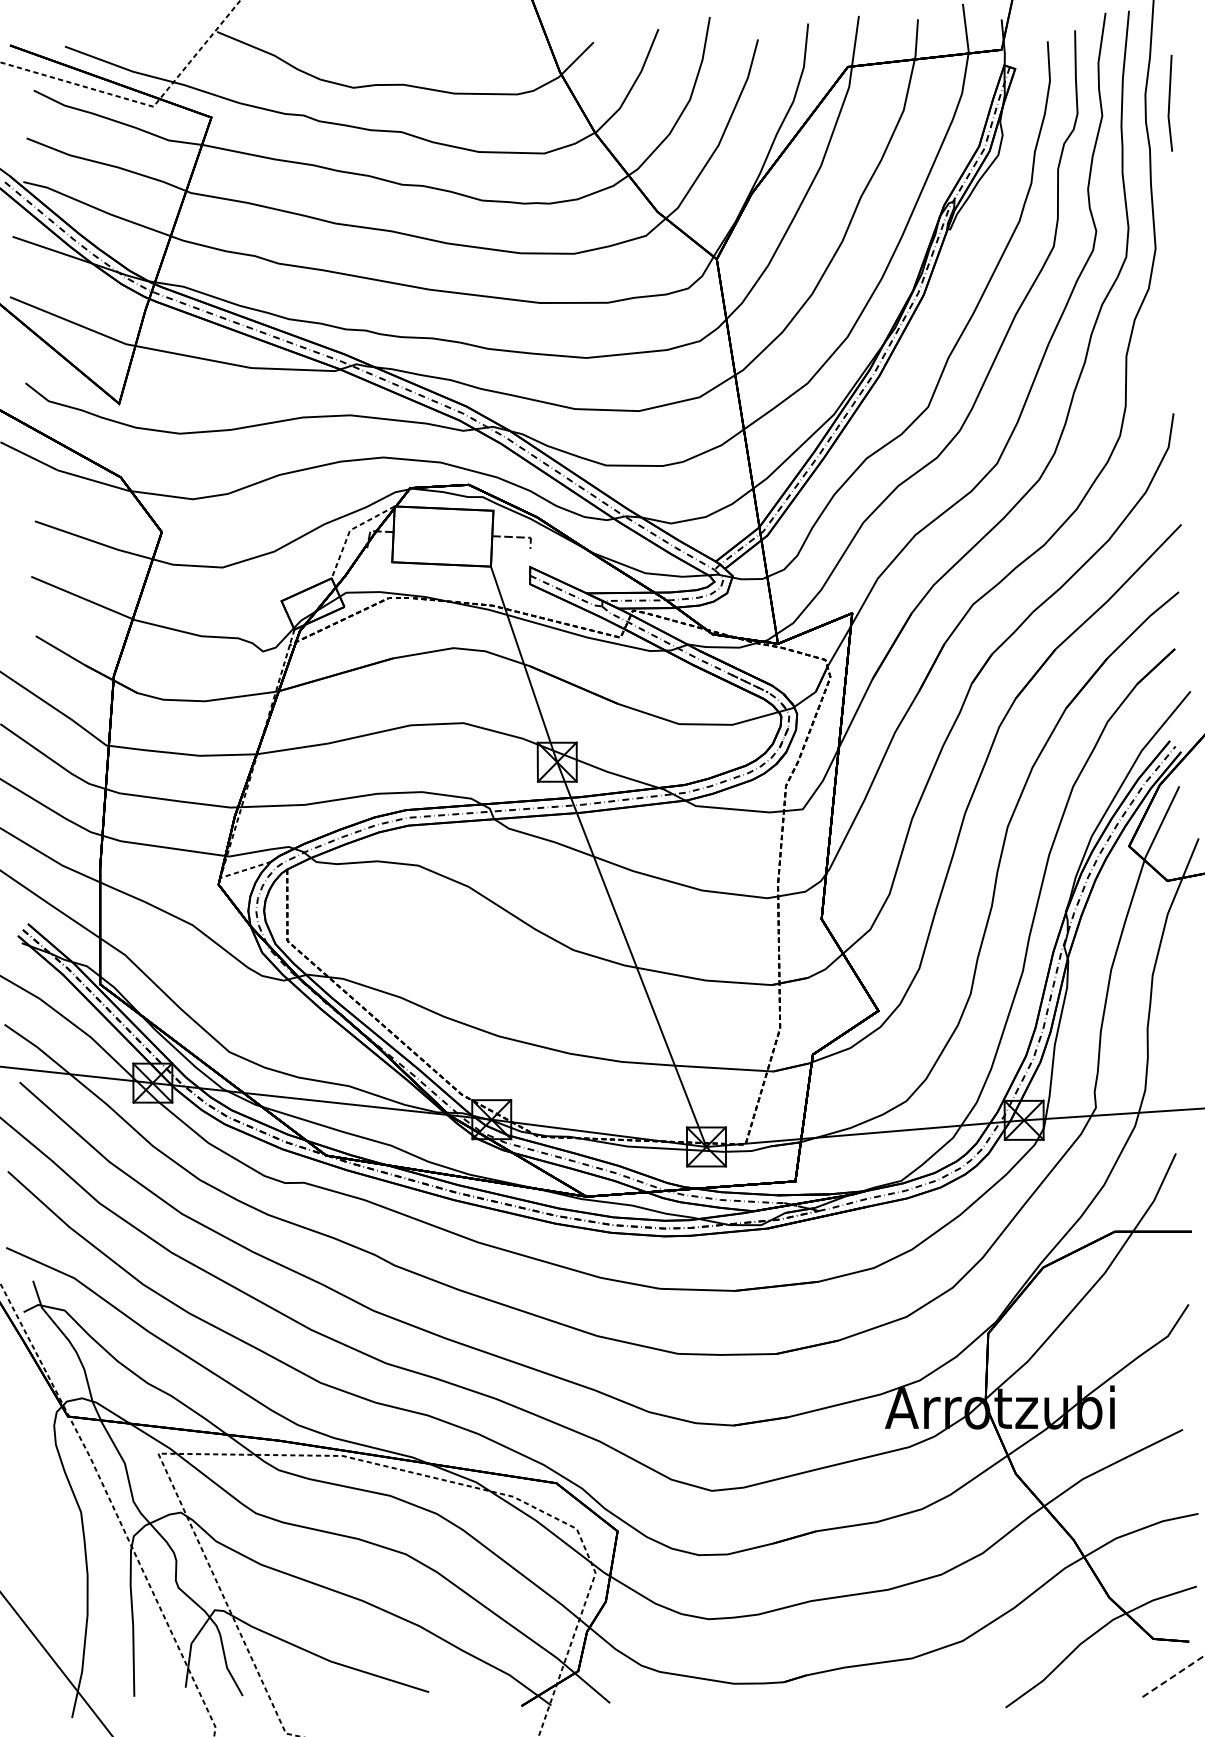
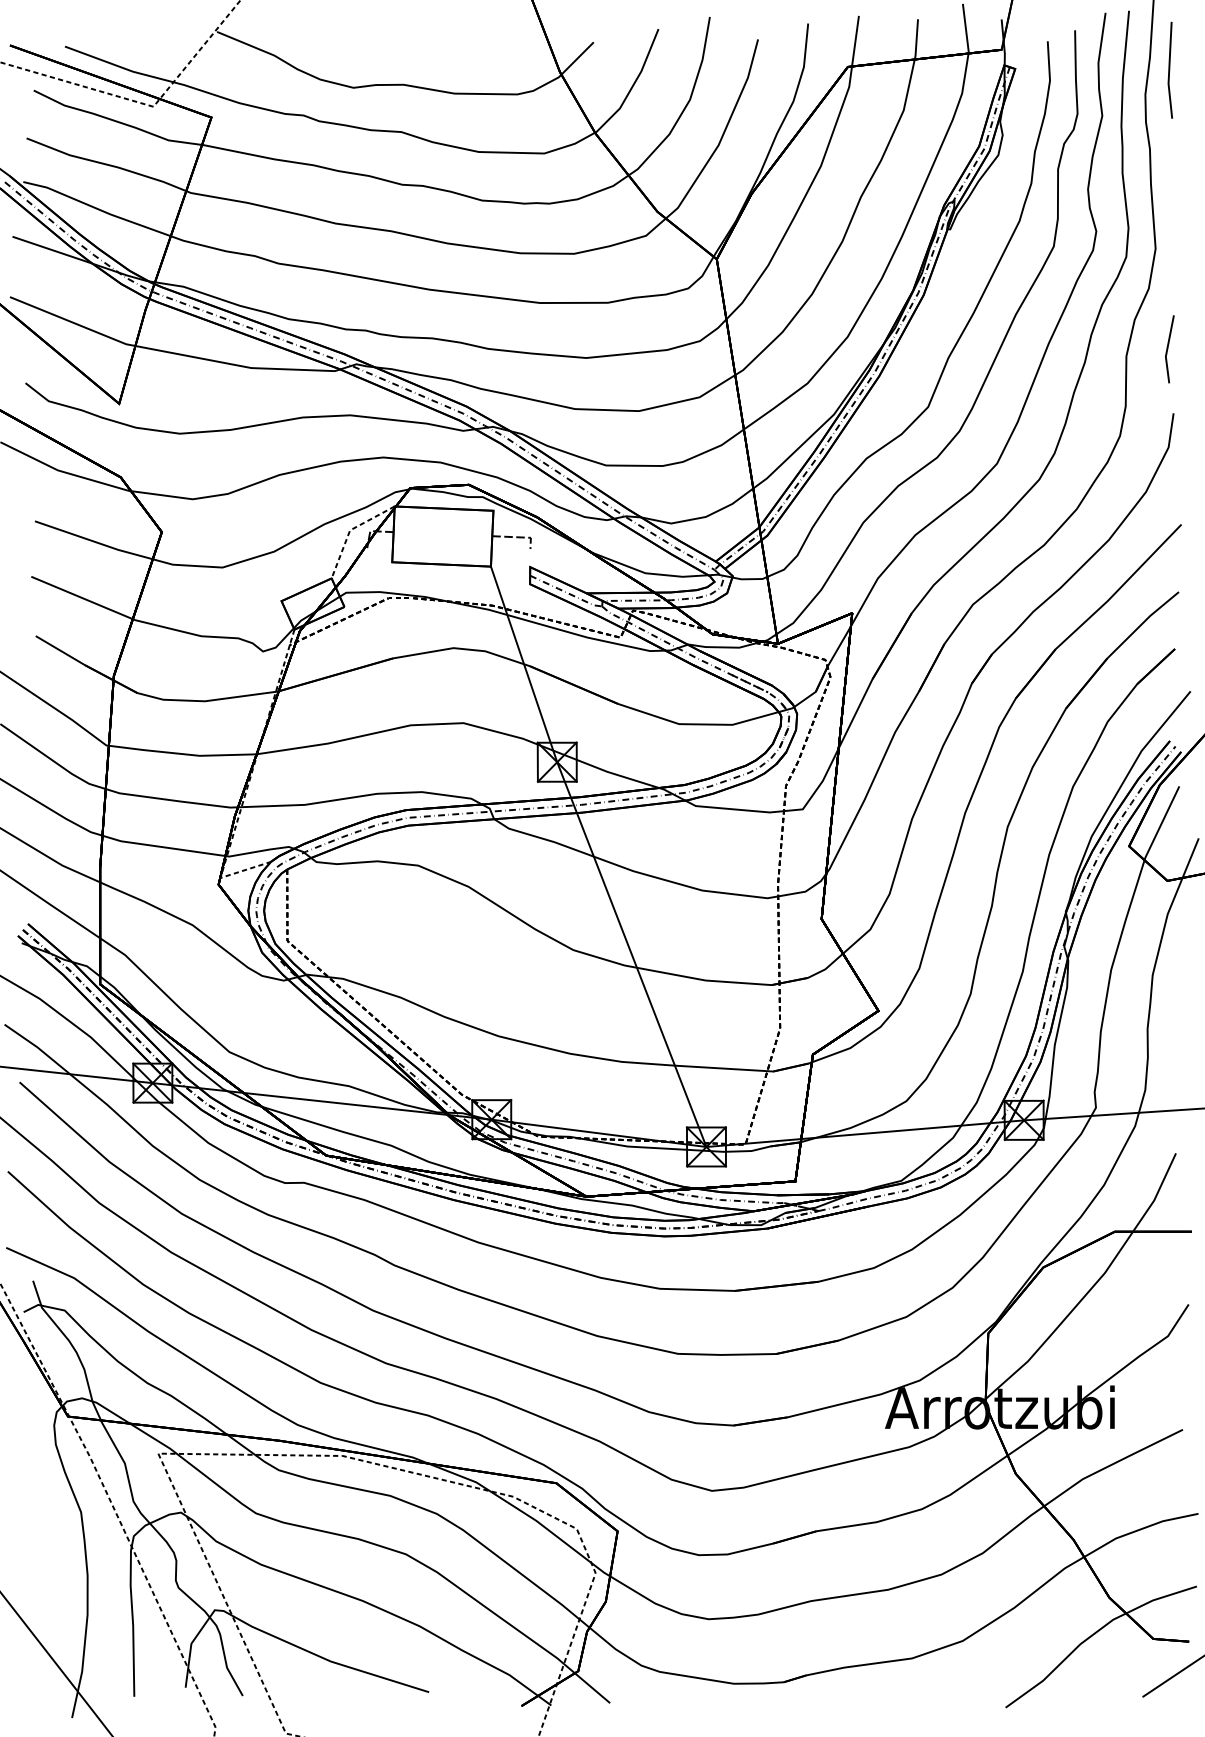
line at (1169, 102) position: (1169, 102) -> (1169, 69)
line at (1168, 349): none -> present
line at (1174, 1676): dashed -> solid
